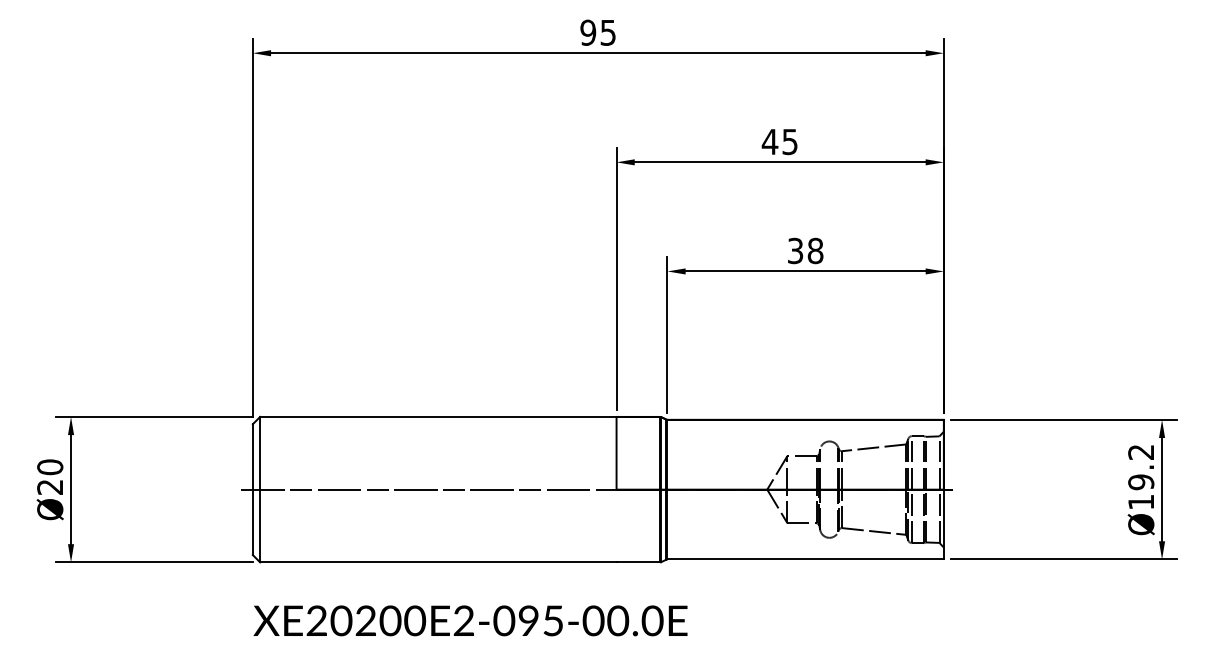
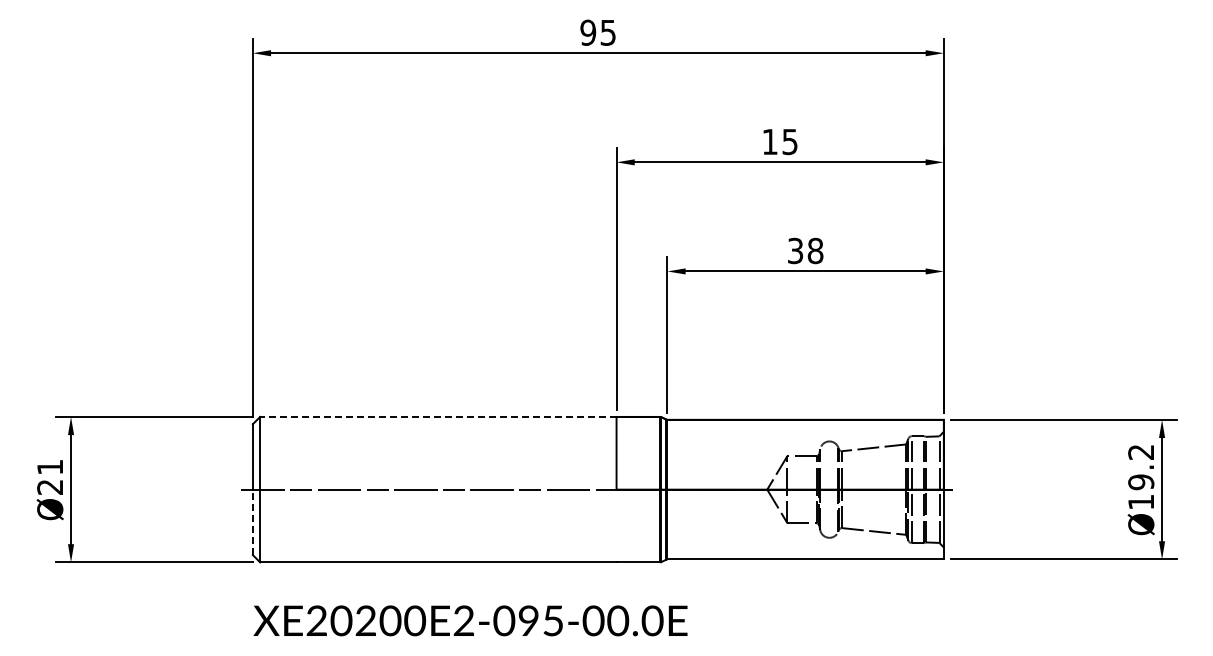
text at (769, 141): 45 -> 15
line at (437, 416): solid -> dashed
text at (50, 467): Ø20 -> Ø21
line at (252, 522): solid -> dashed
